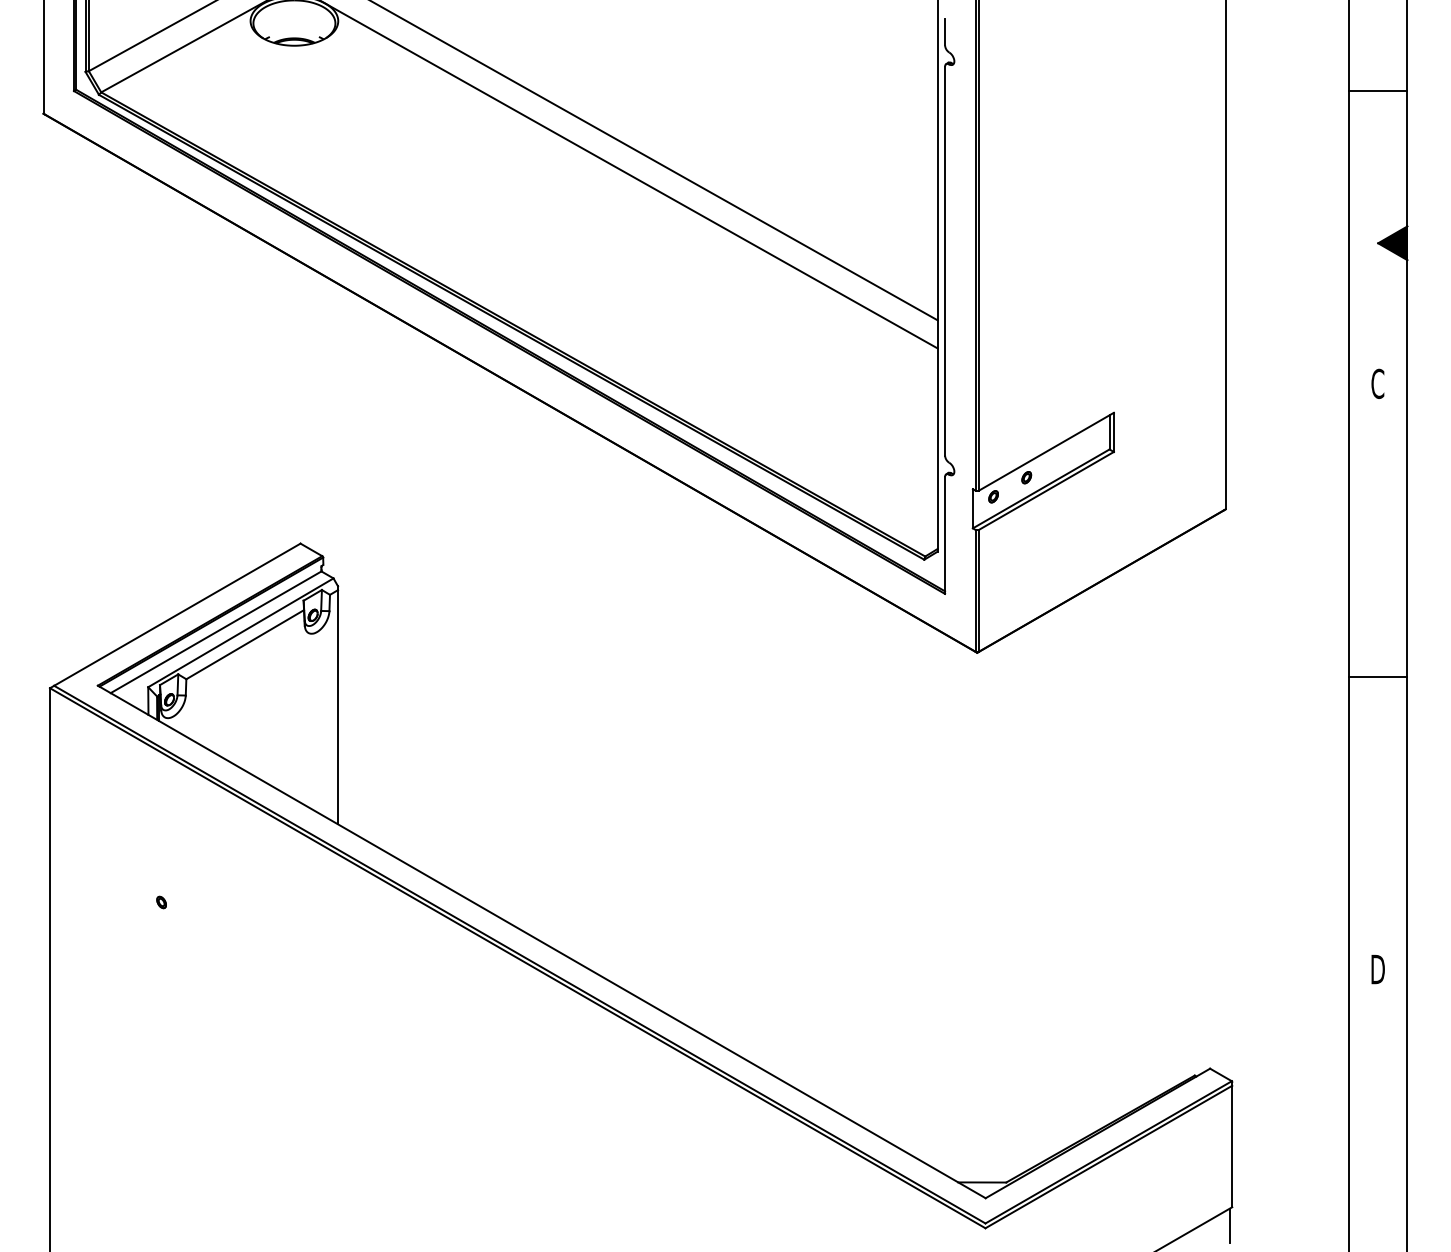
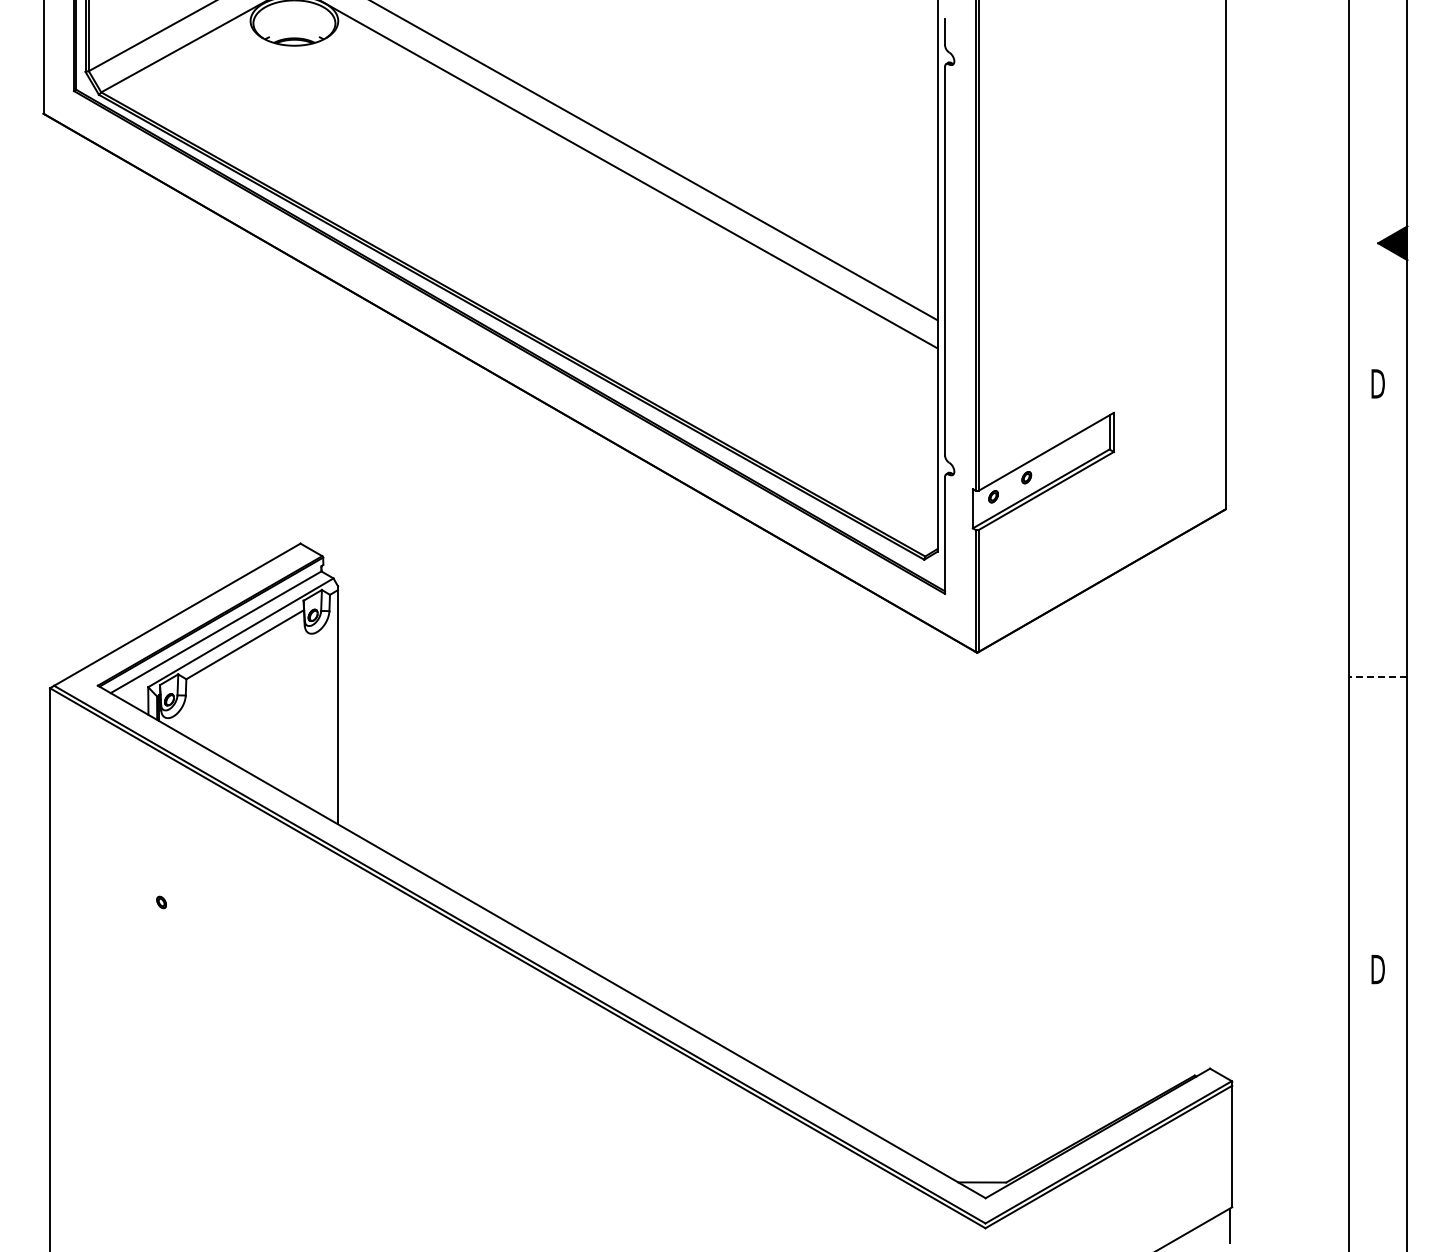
line at (1377, 91): present -> none
text at (1377, 383): C -> D
line at (1377, 676): solid -> dashed
